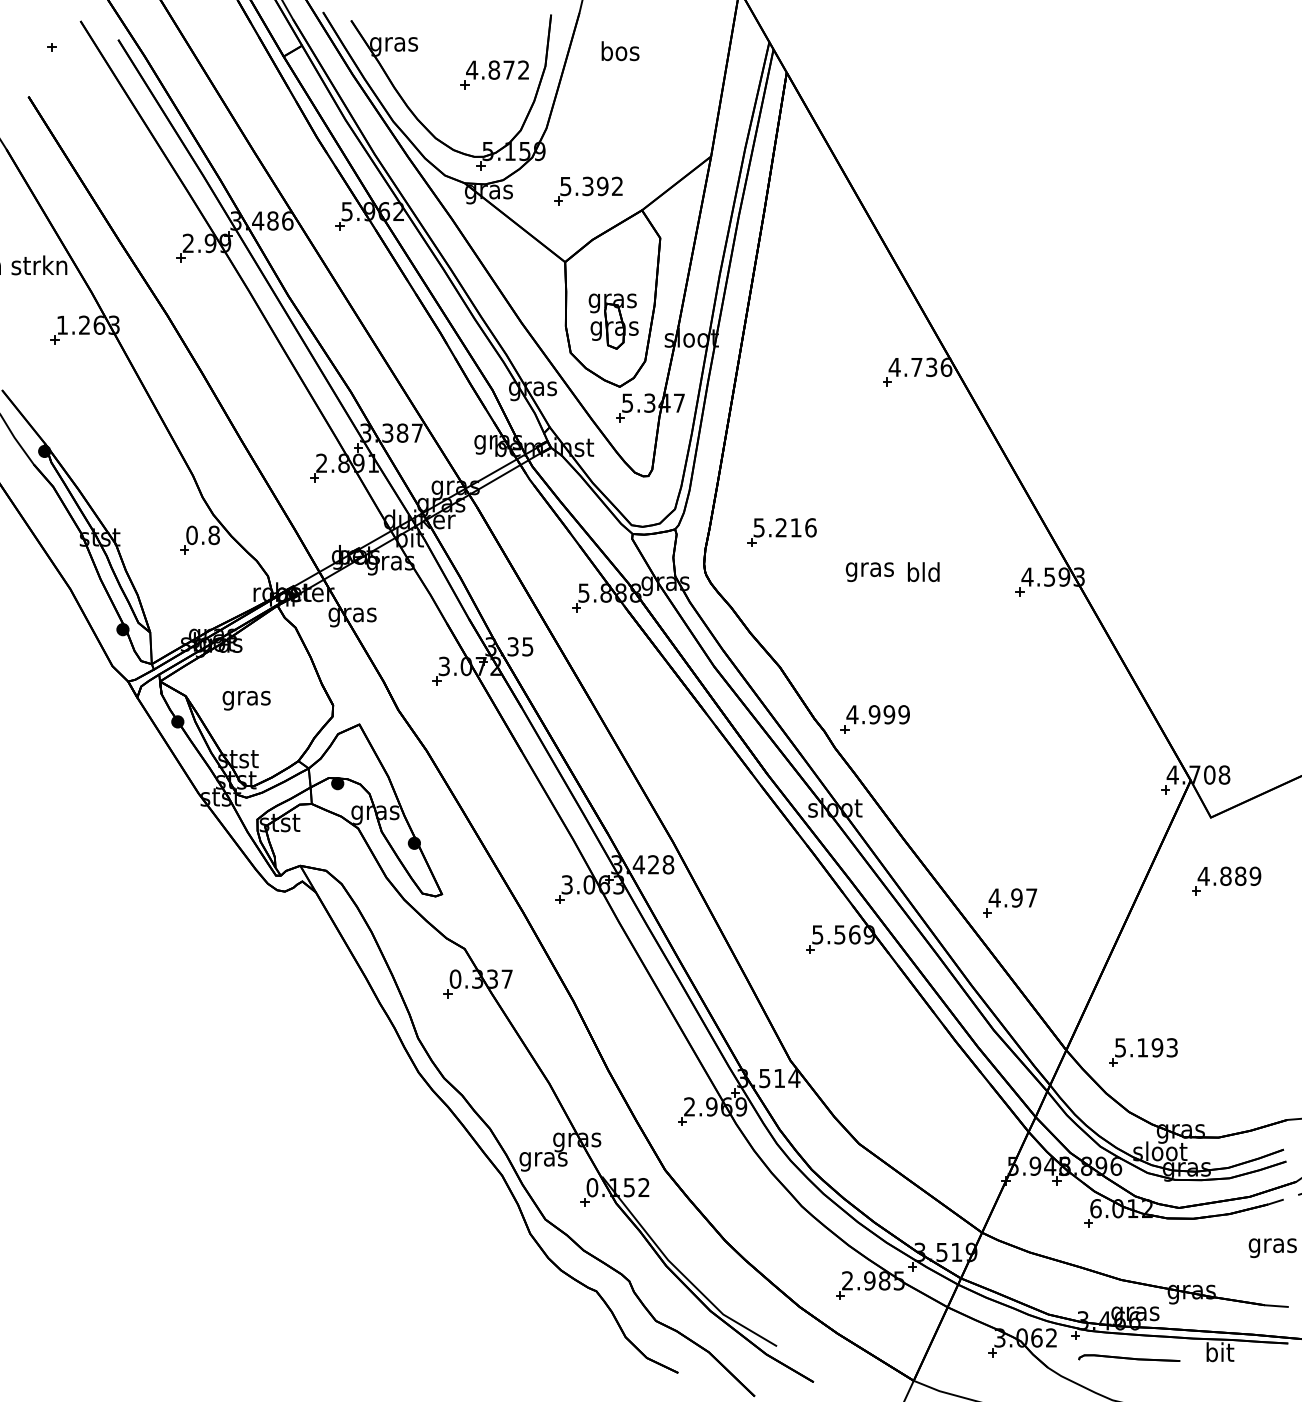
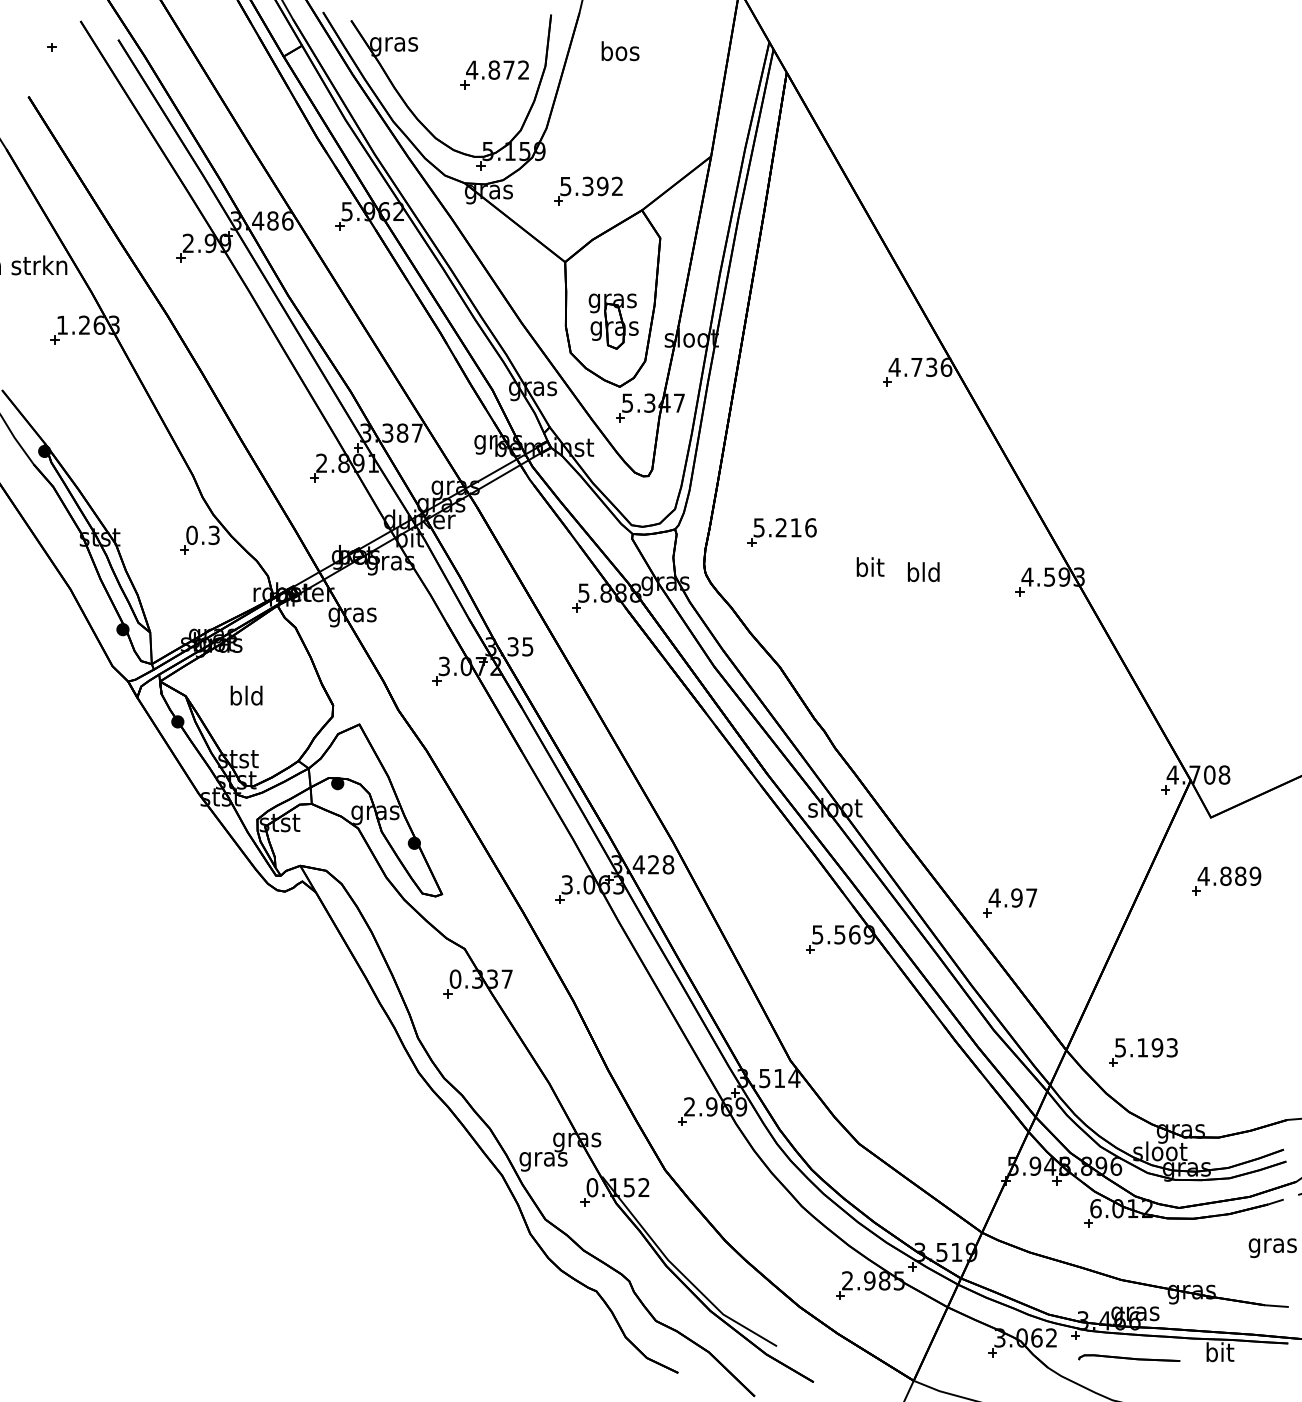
text at (213, 535): 0.8 -> 0.3
text at (869, 569): gras -> bit
text at (246, 697): gras -> bld
part at (874, 719): present -> none
